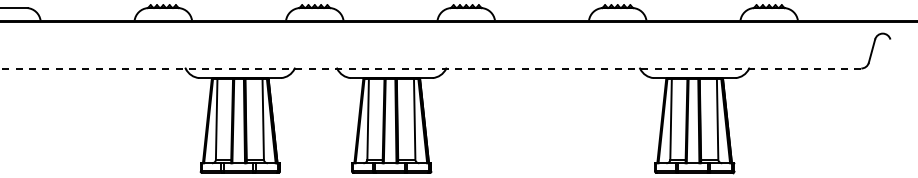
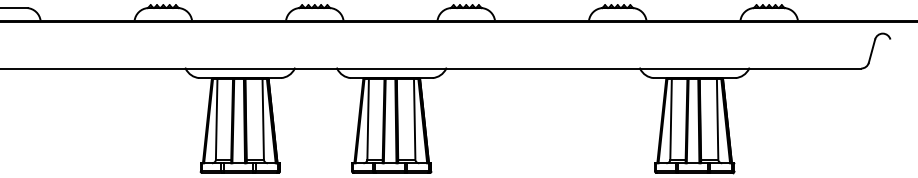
line at (430, 68): dashed -> solid
